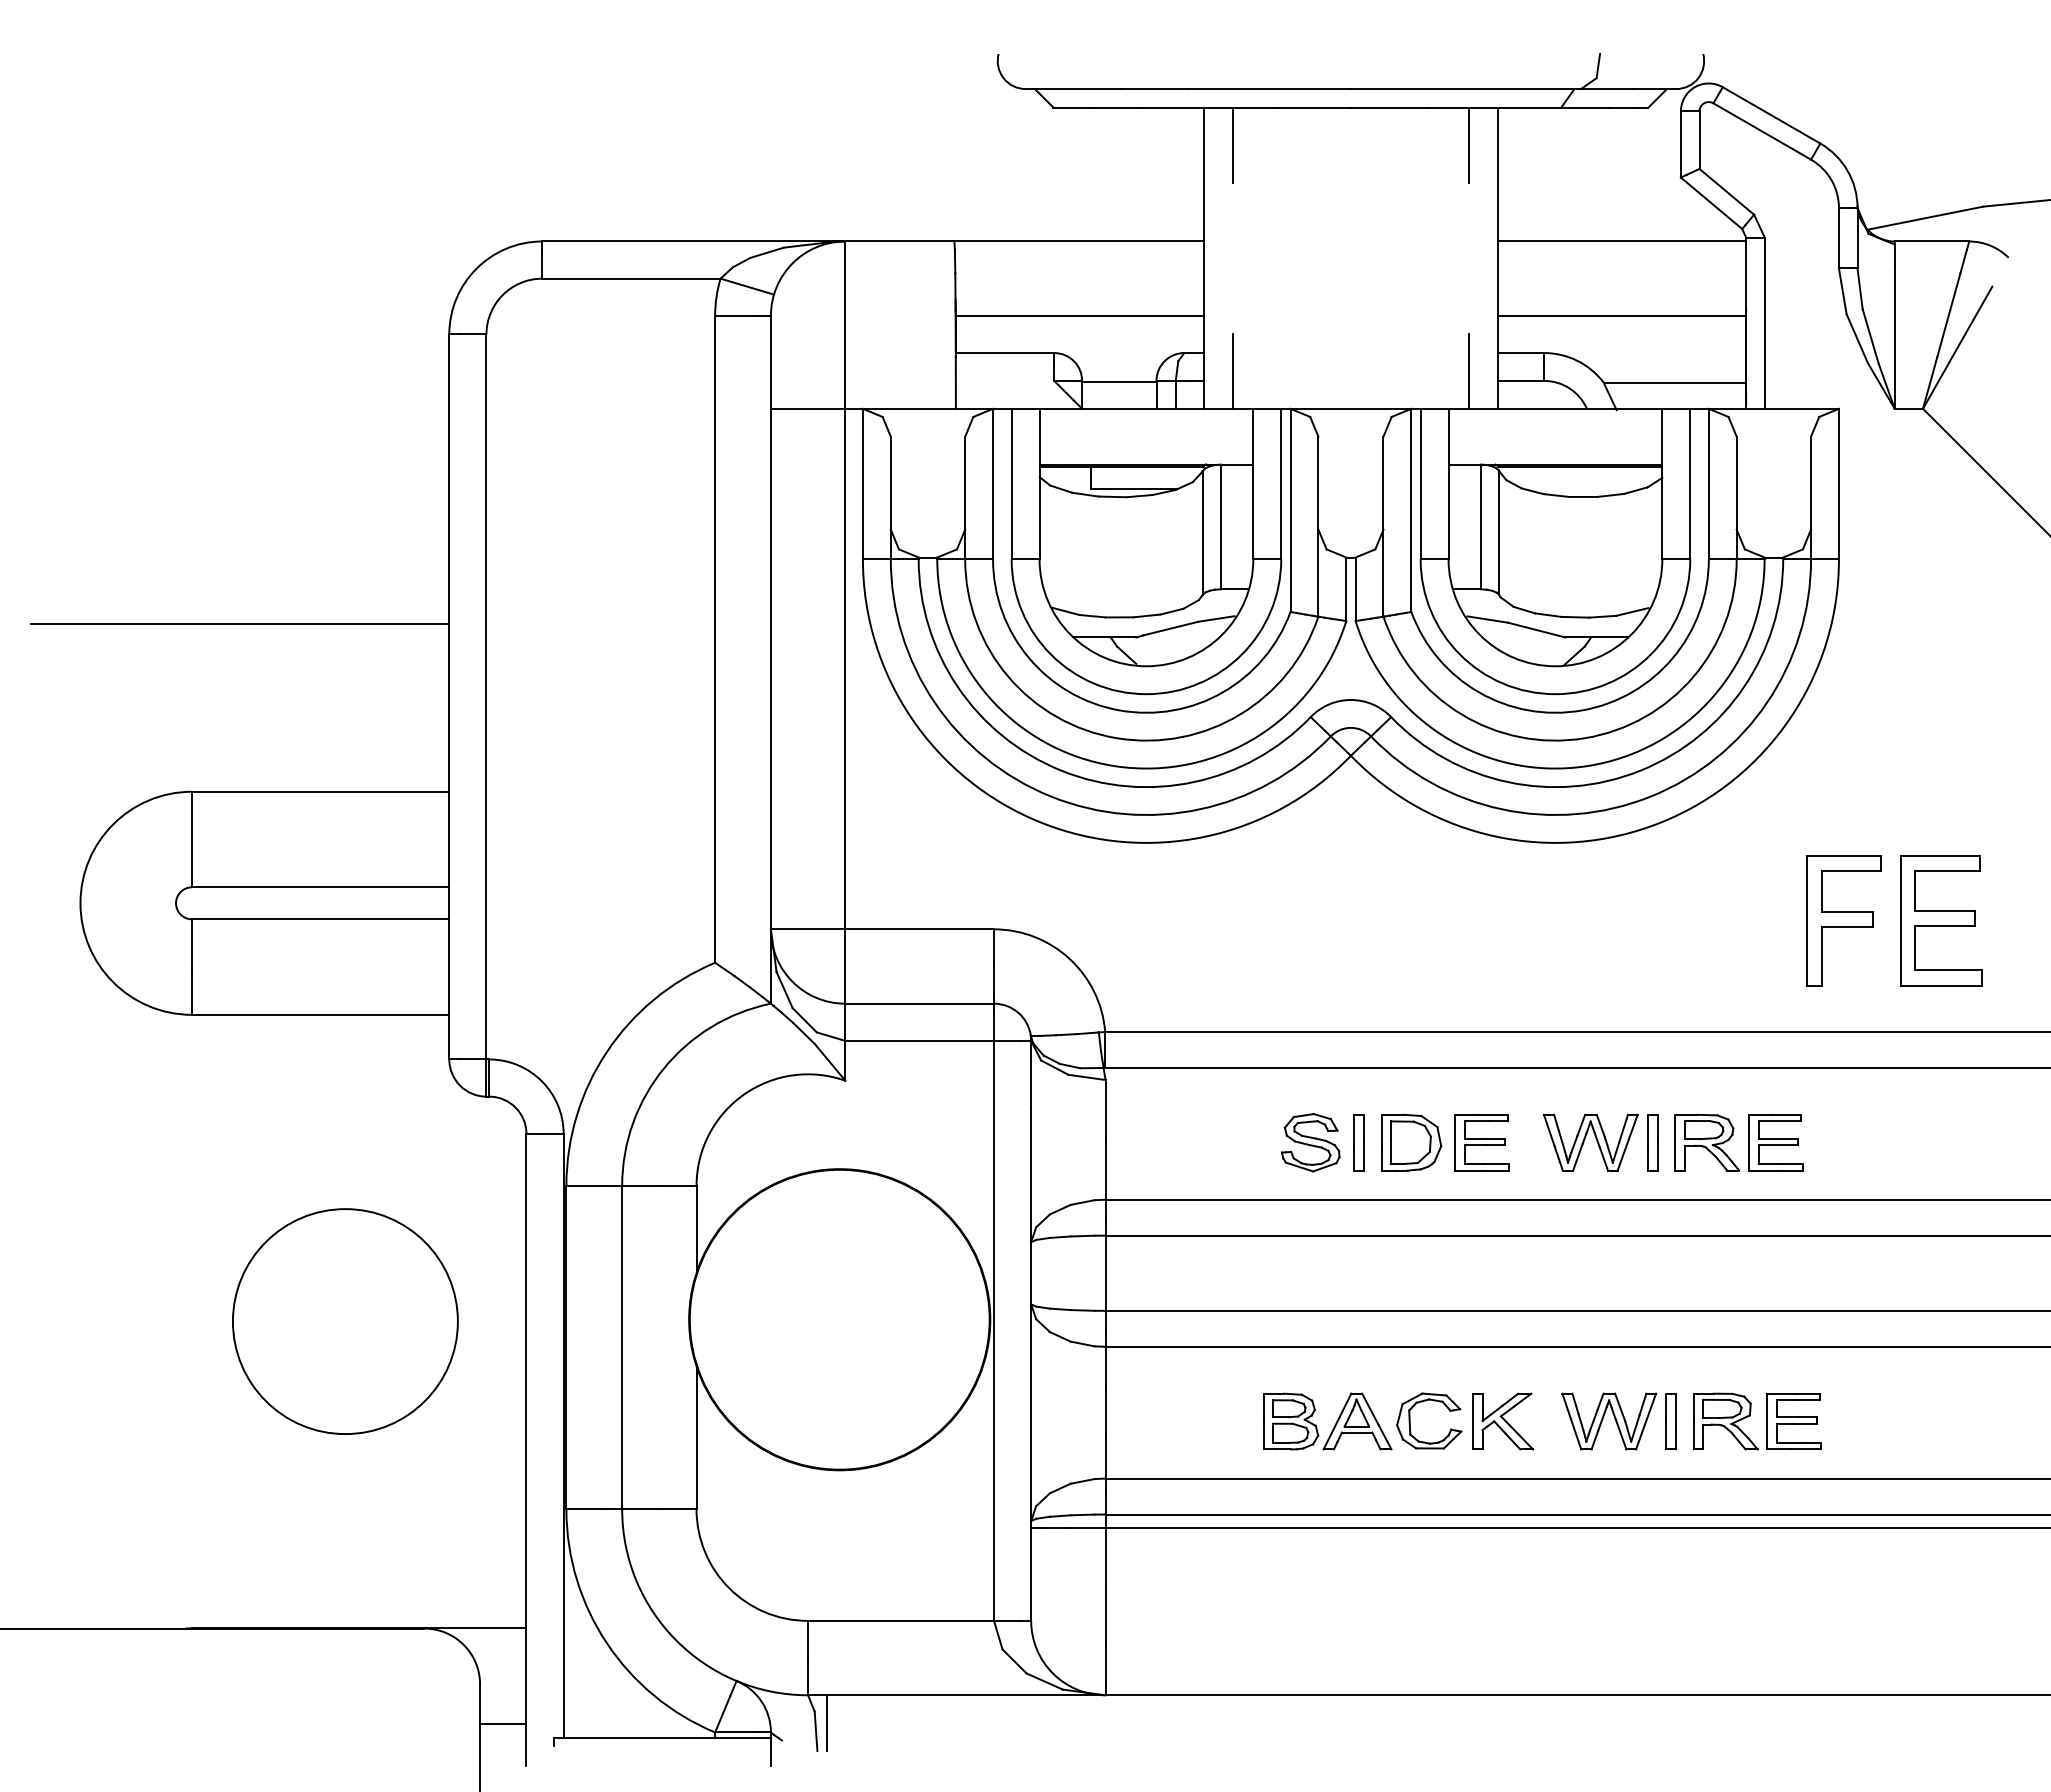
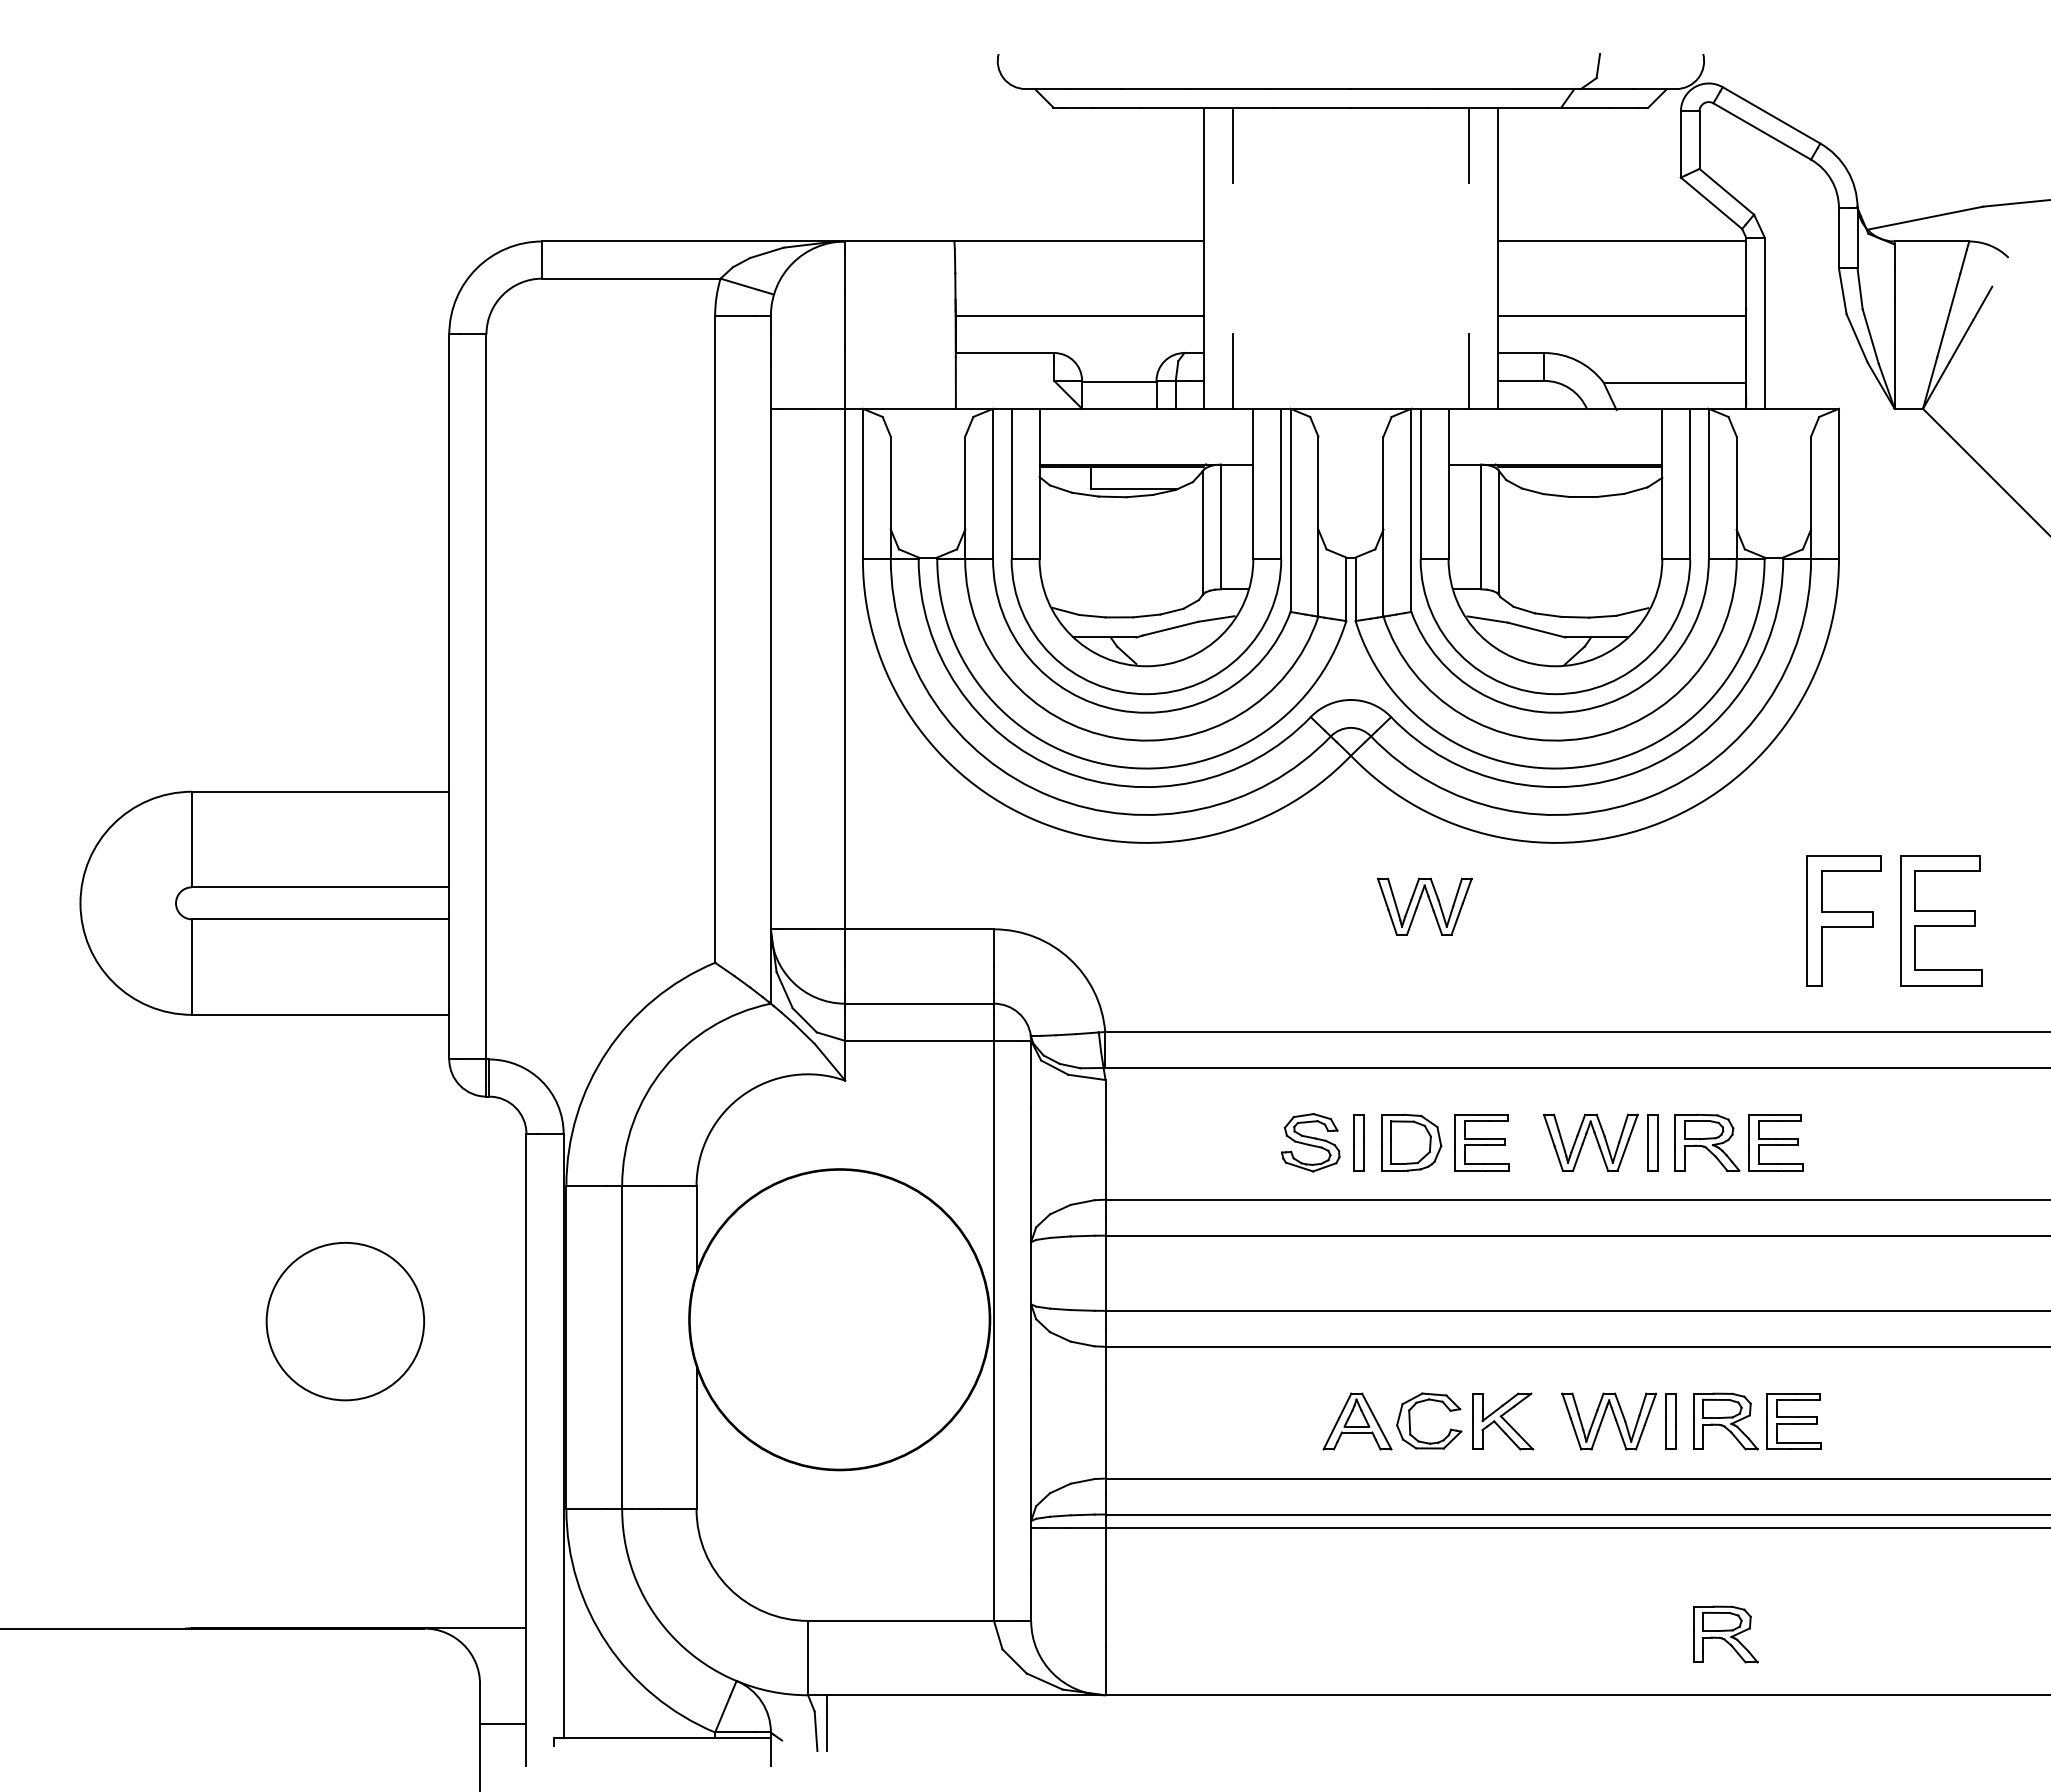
line at (240, 624): present -> none
part at (1424, 906): none -> present
circle at (344, 1321) diameter: 225 px -> 157 px
part at (1291, 1421): present -> none
part at (1725, 1634): none -> present
